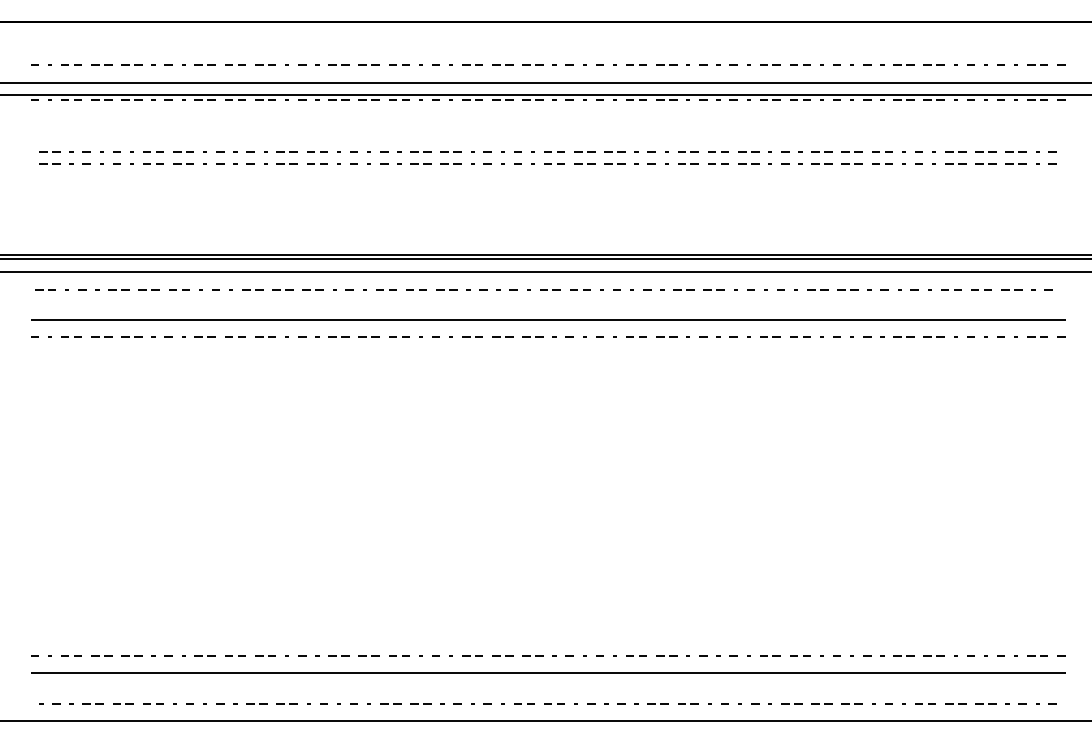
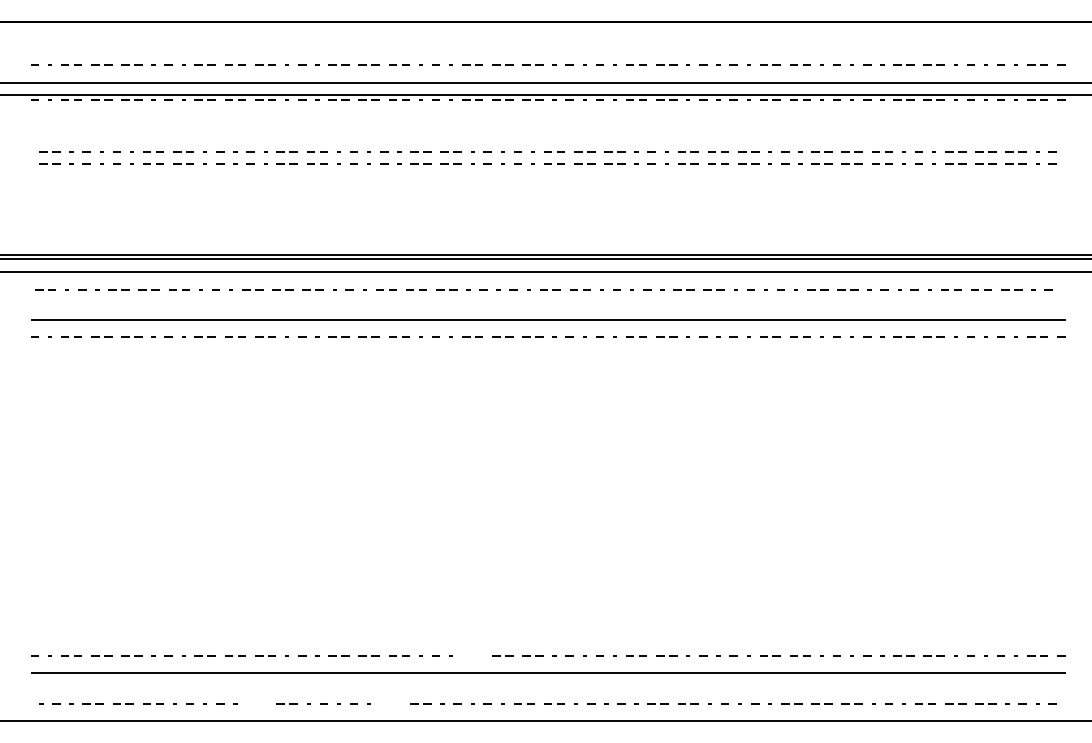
line at (470, 655): present -> none
line at (254, 703): present -> none
line at (388, 703): present -> none
